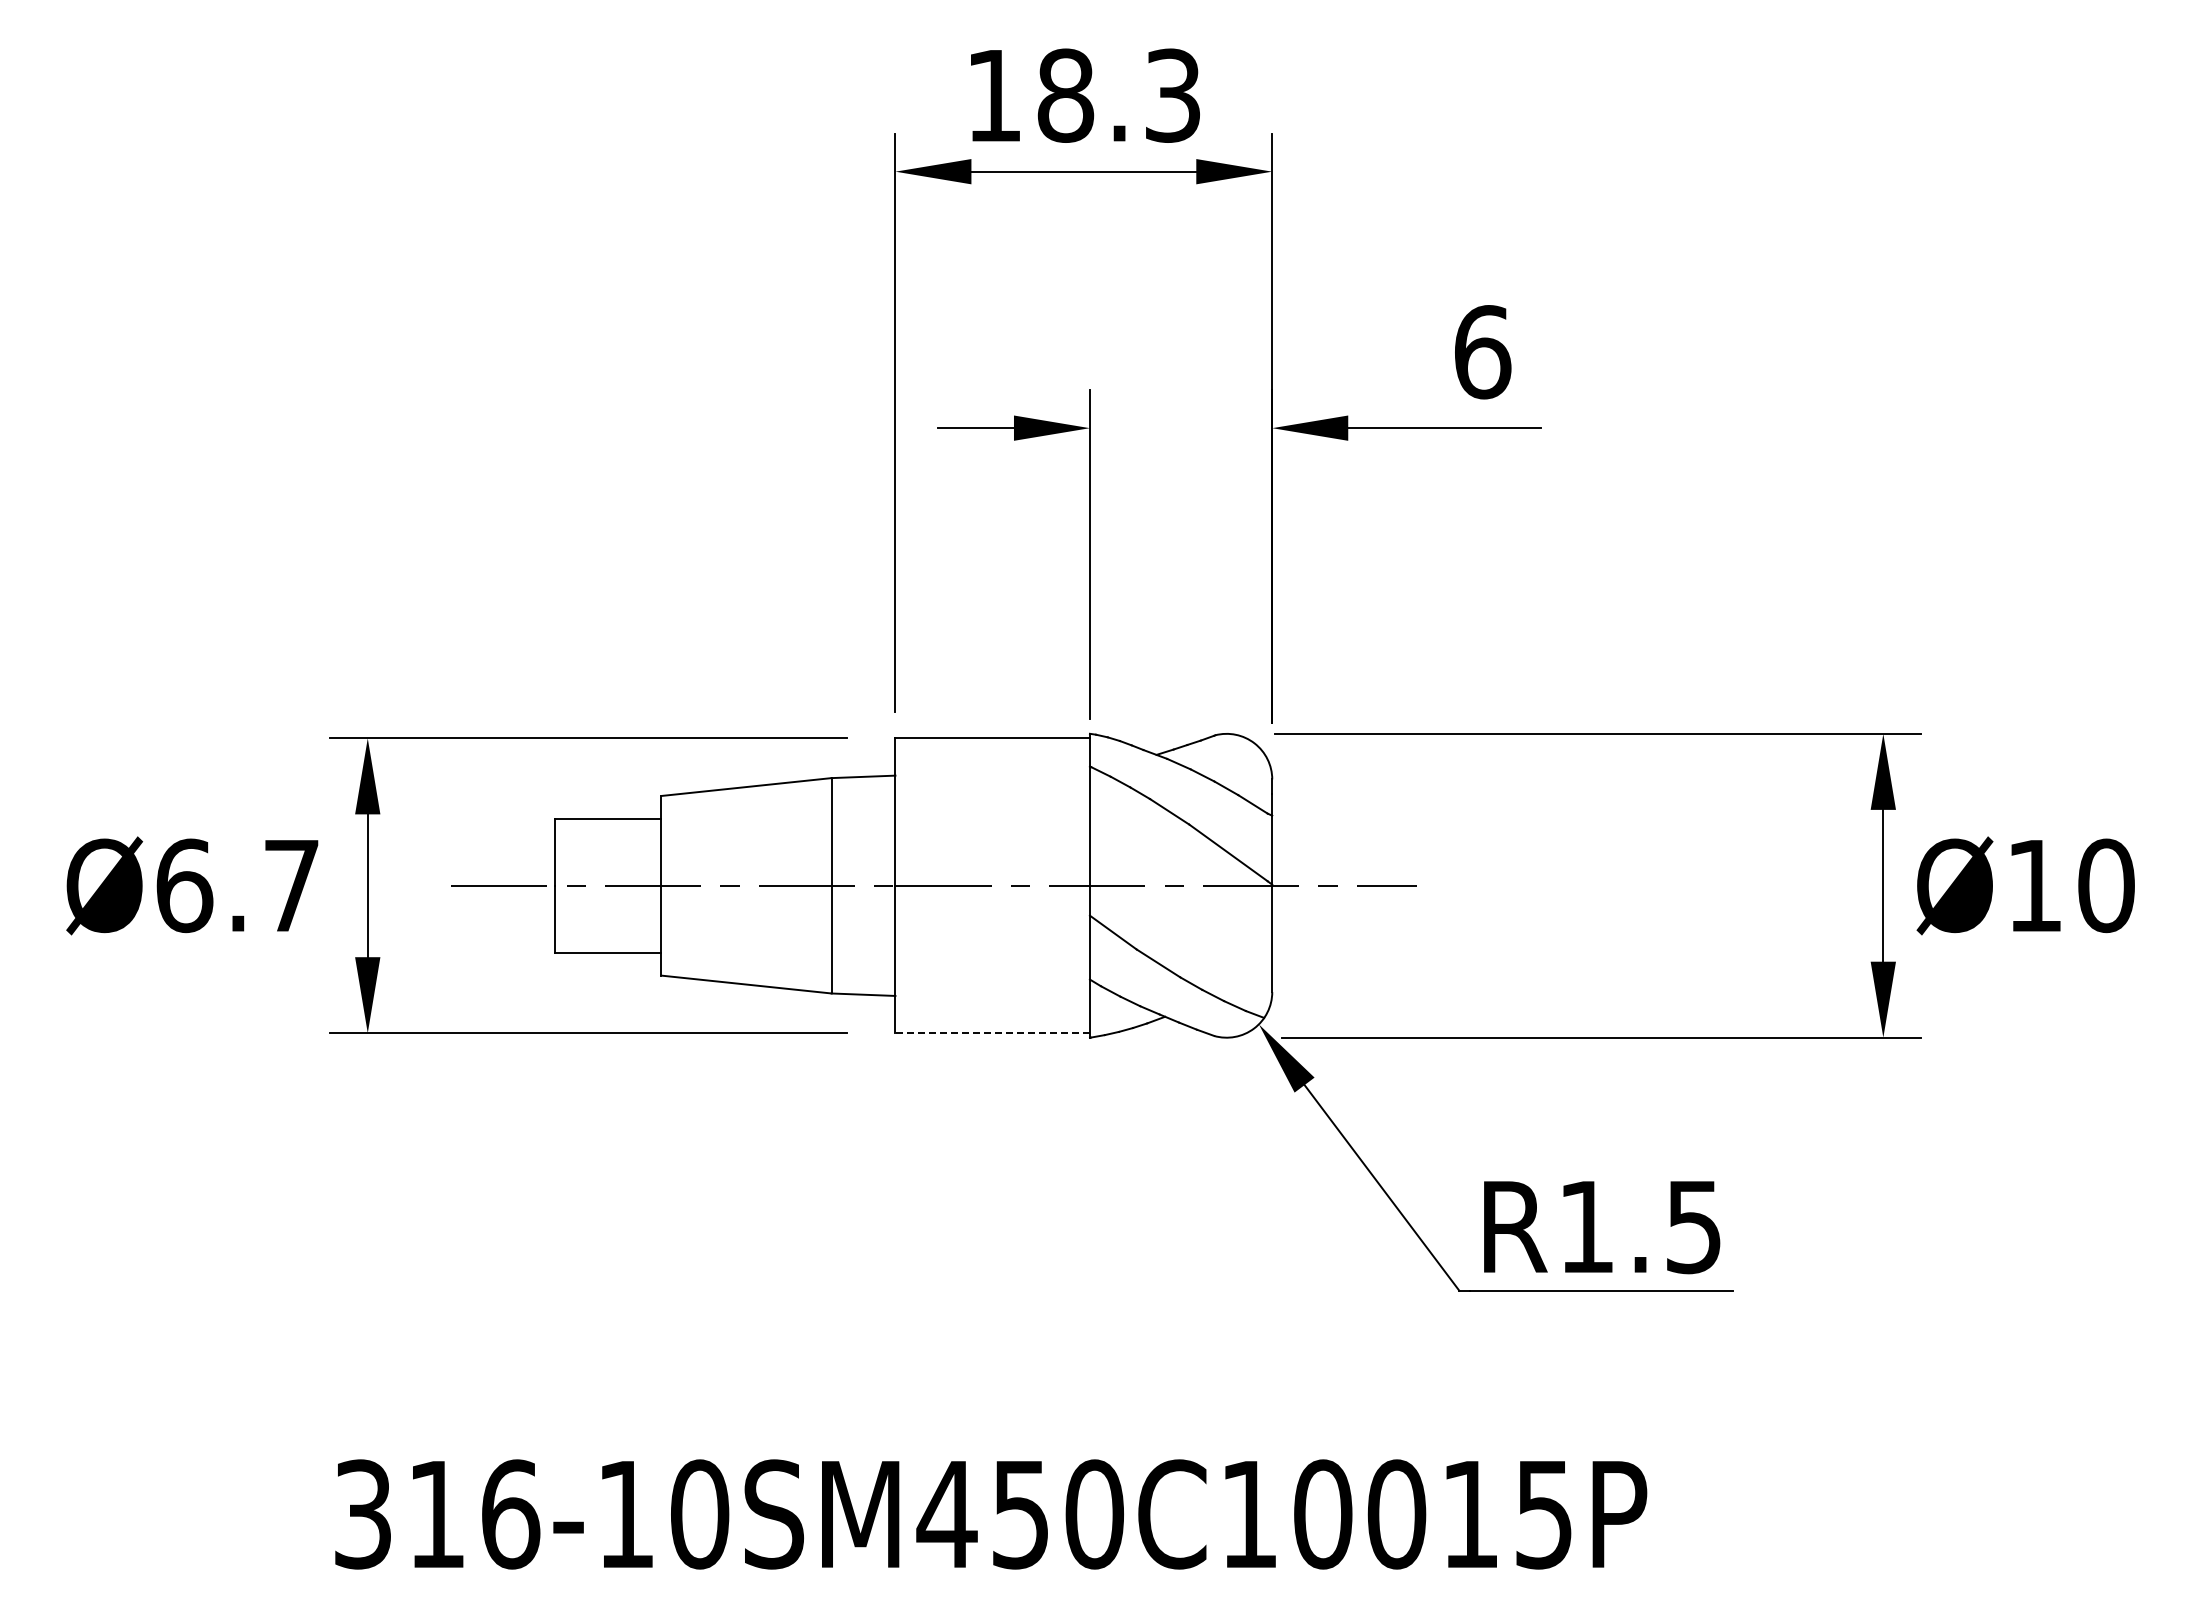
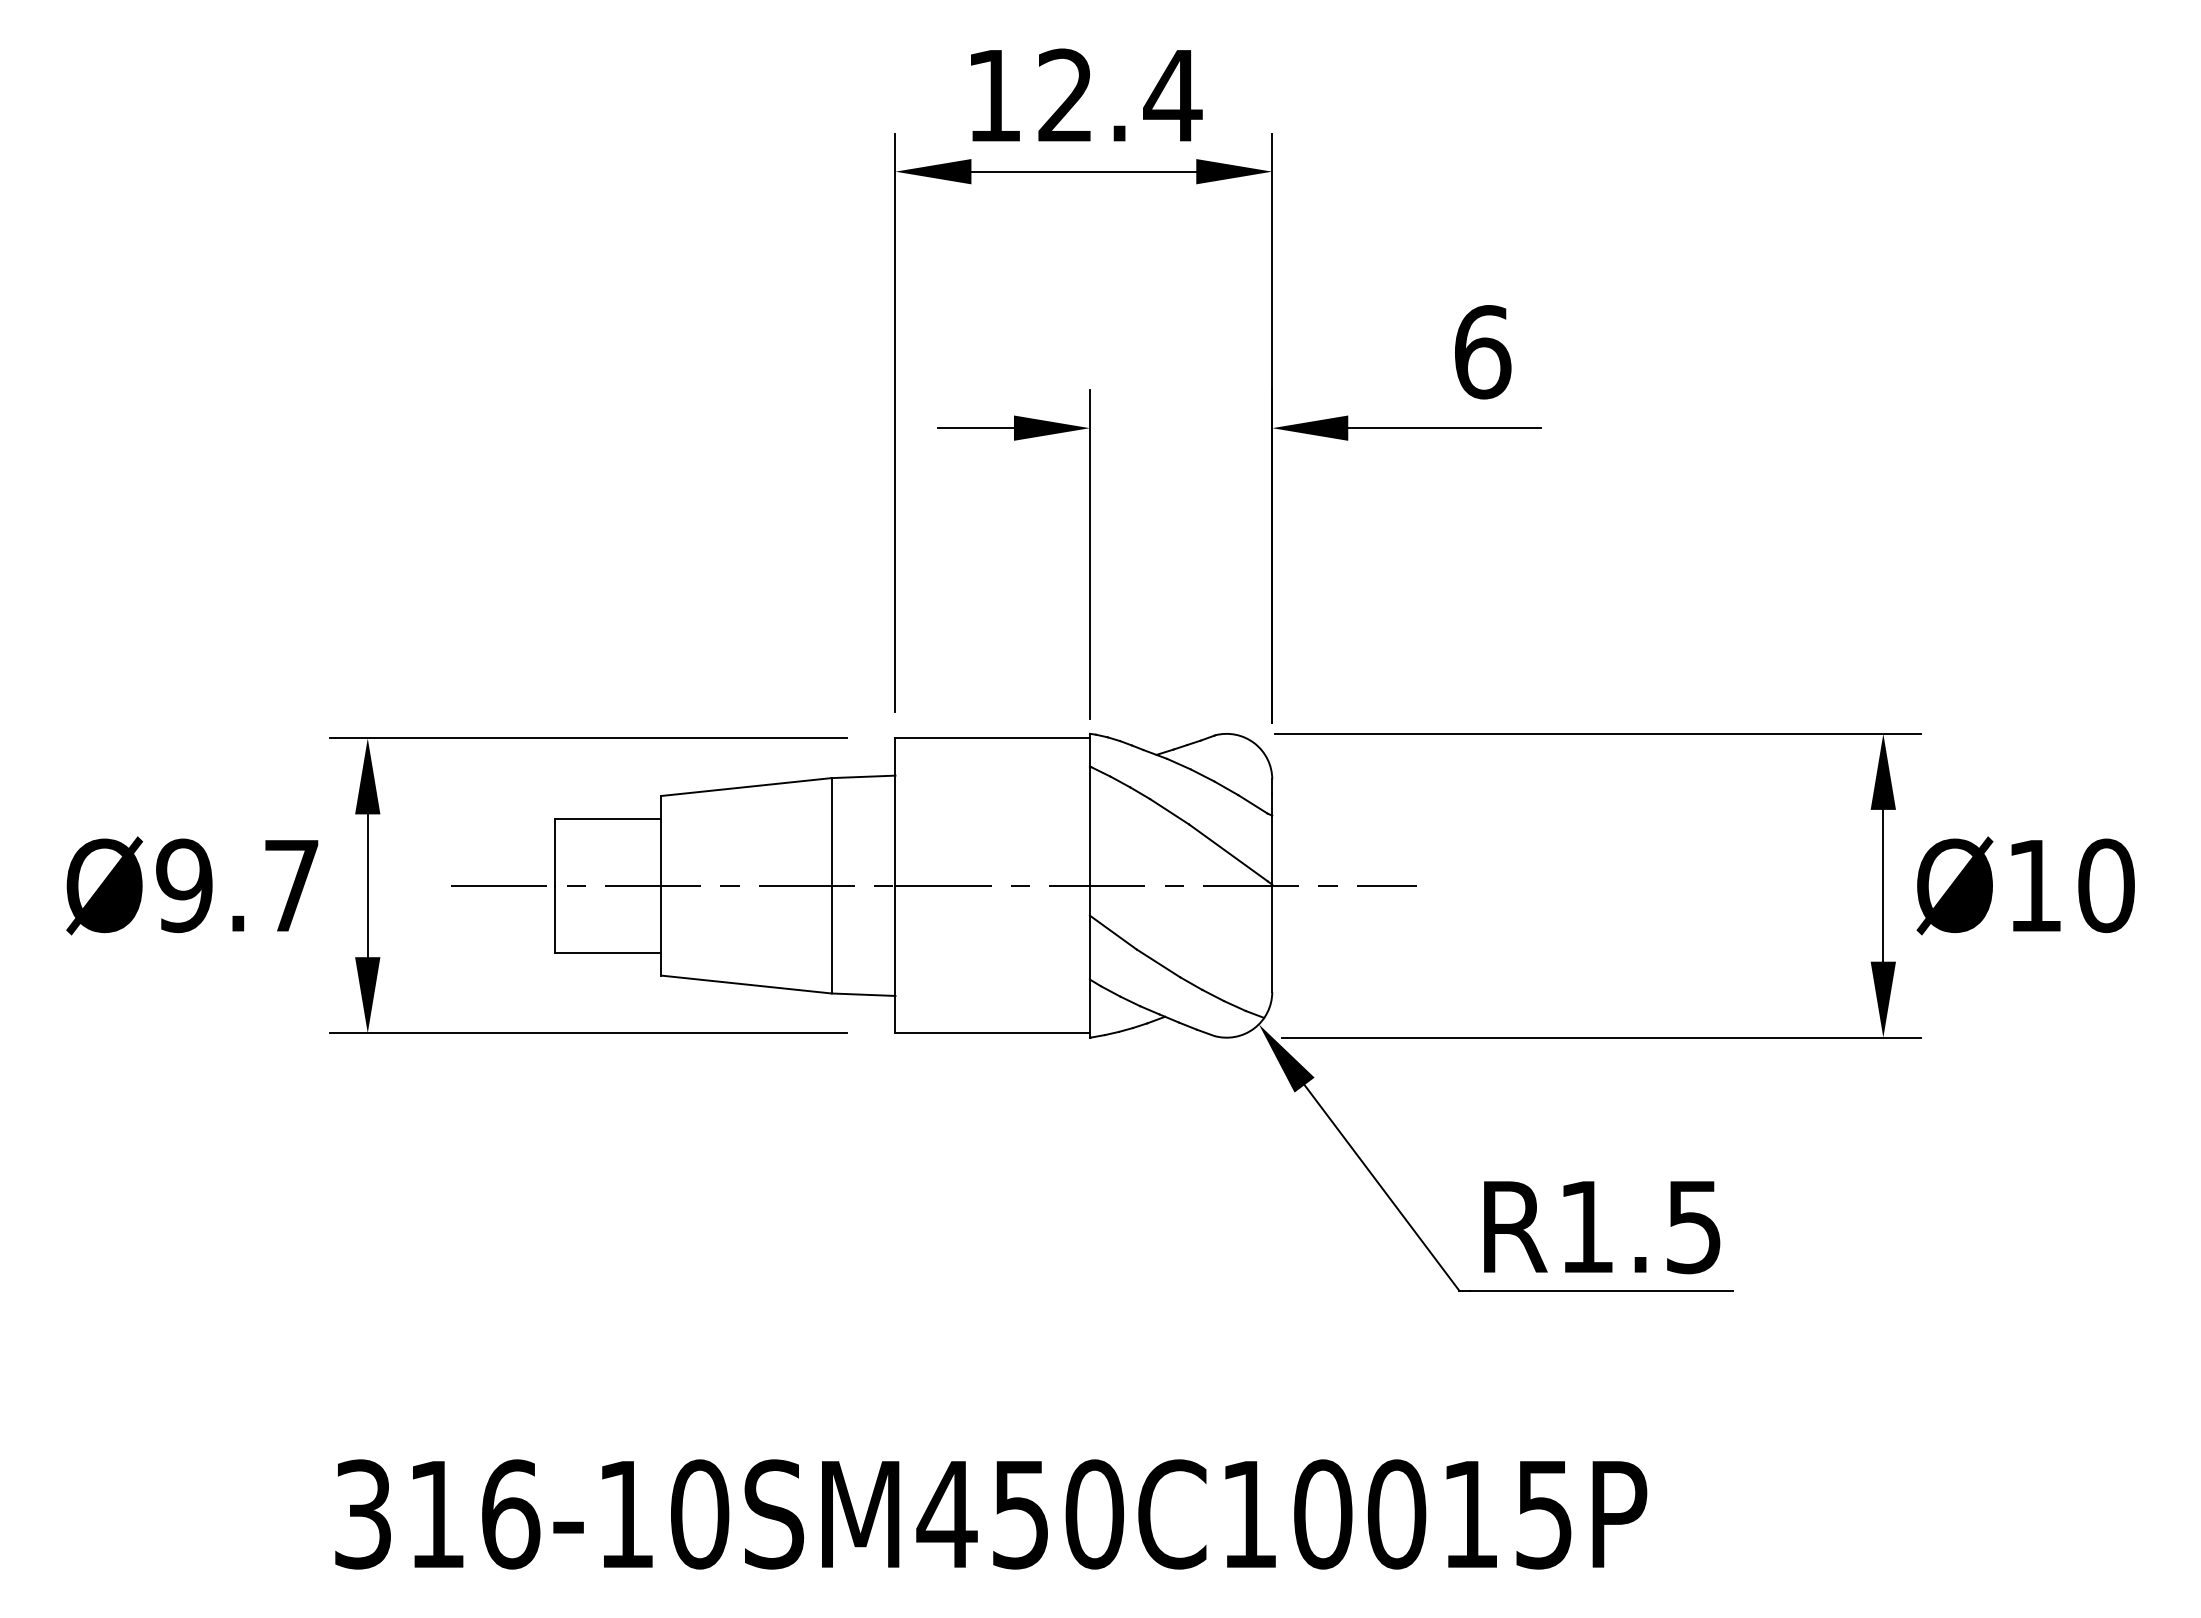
text at (1119, 95): 18.3 -> 12.4
text at (184, 885): Ø6.7 -> Ø9.7
line at (992, 1033): dashed -> solid
